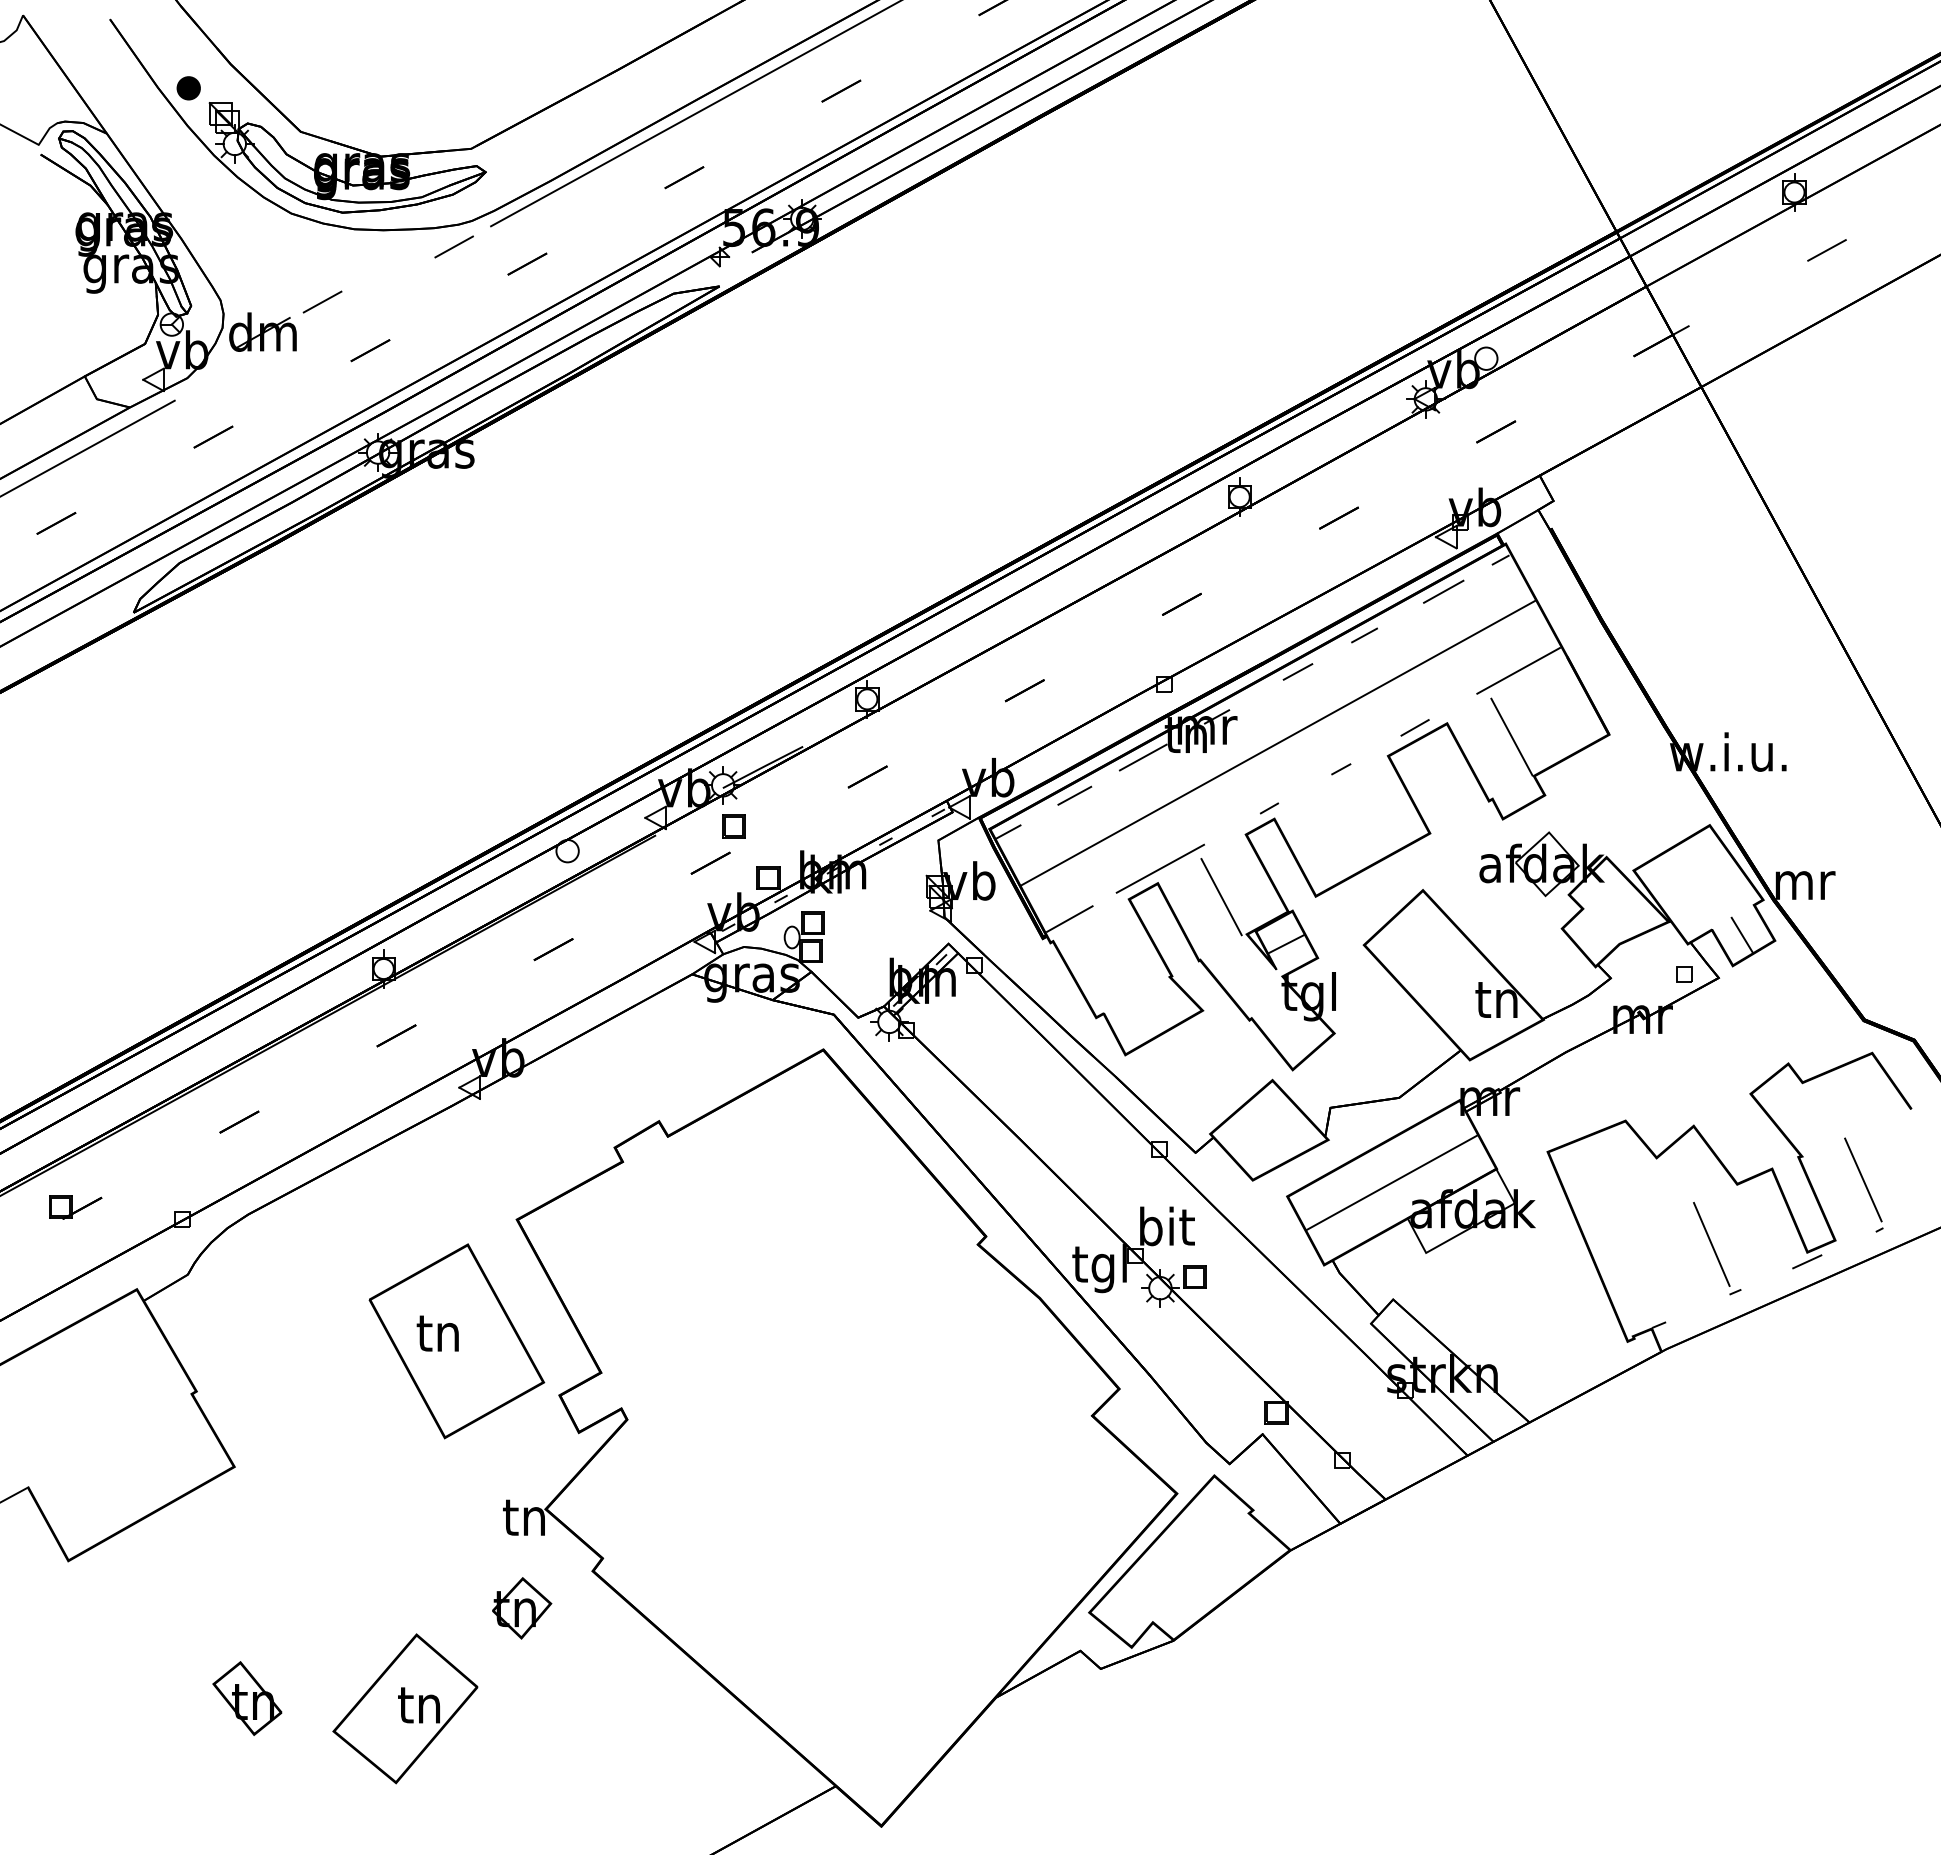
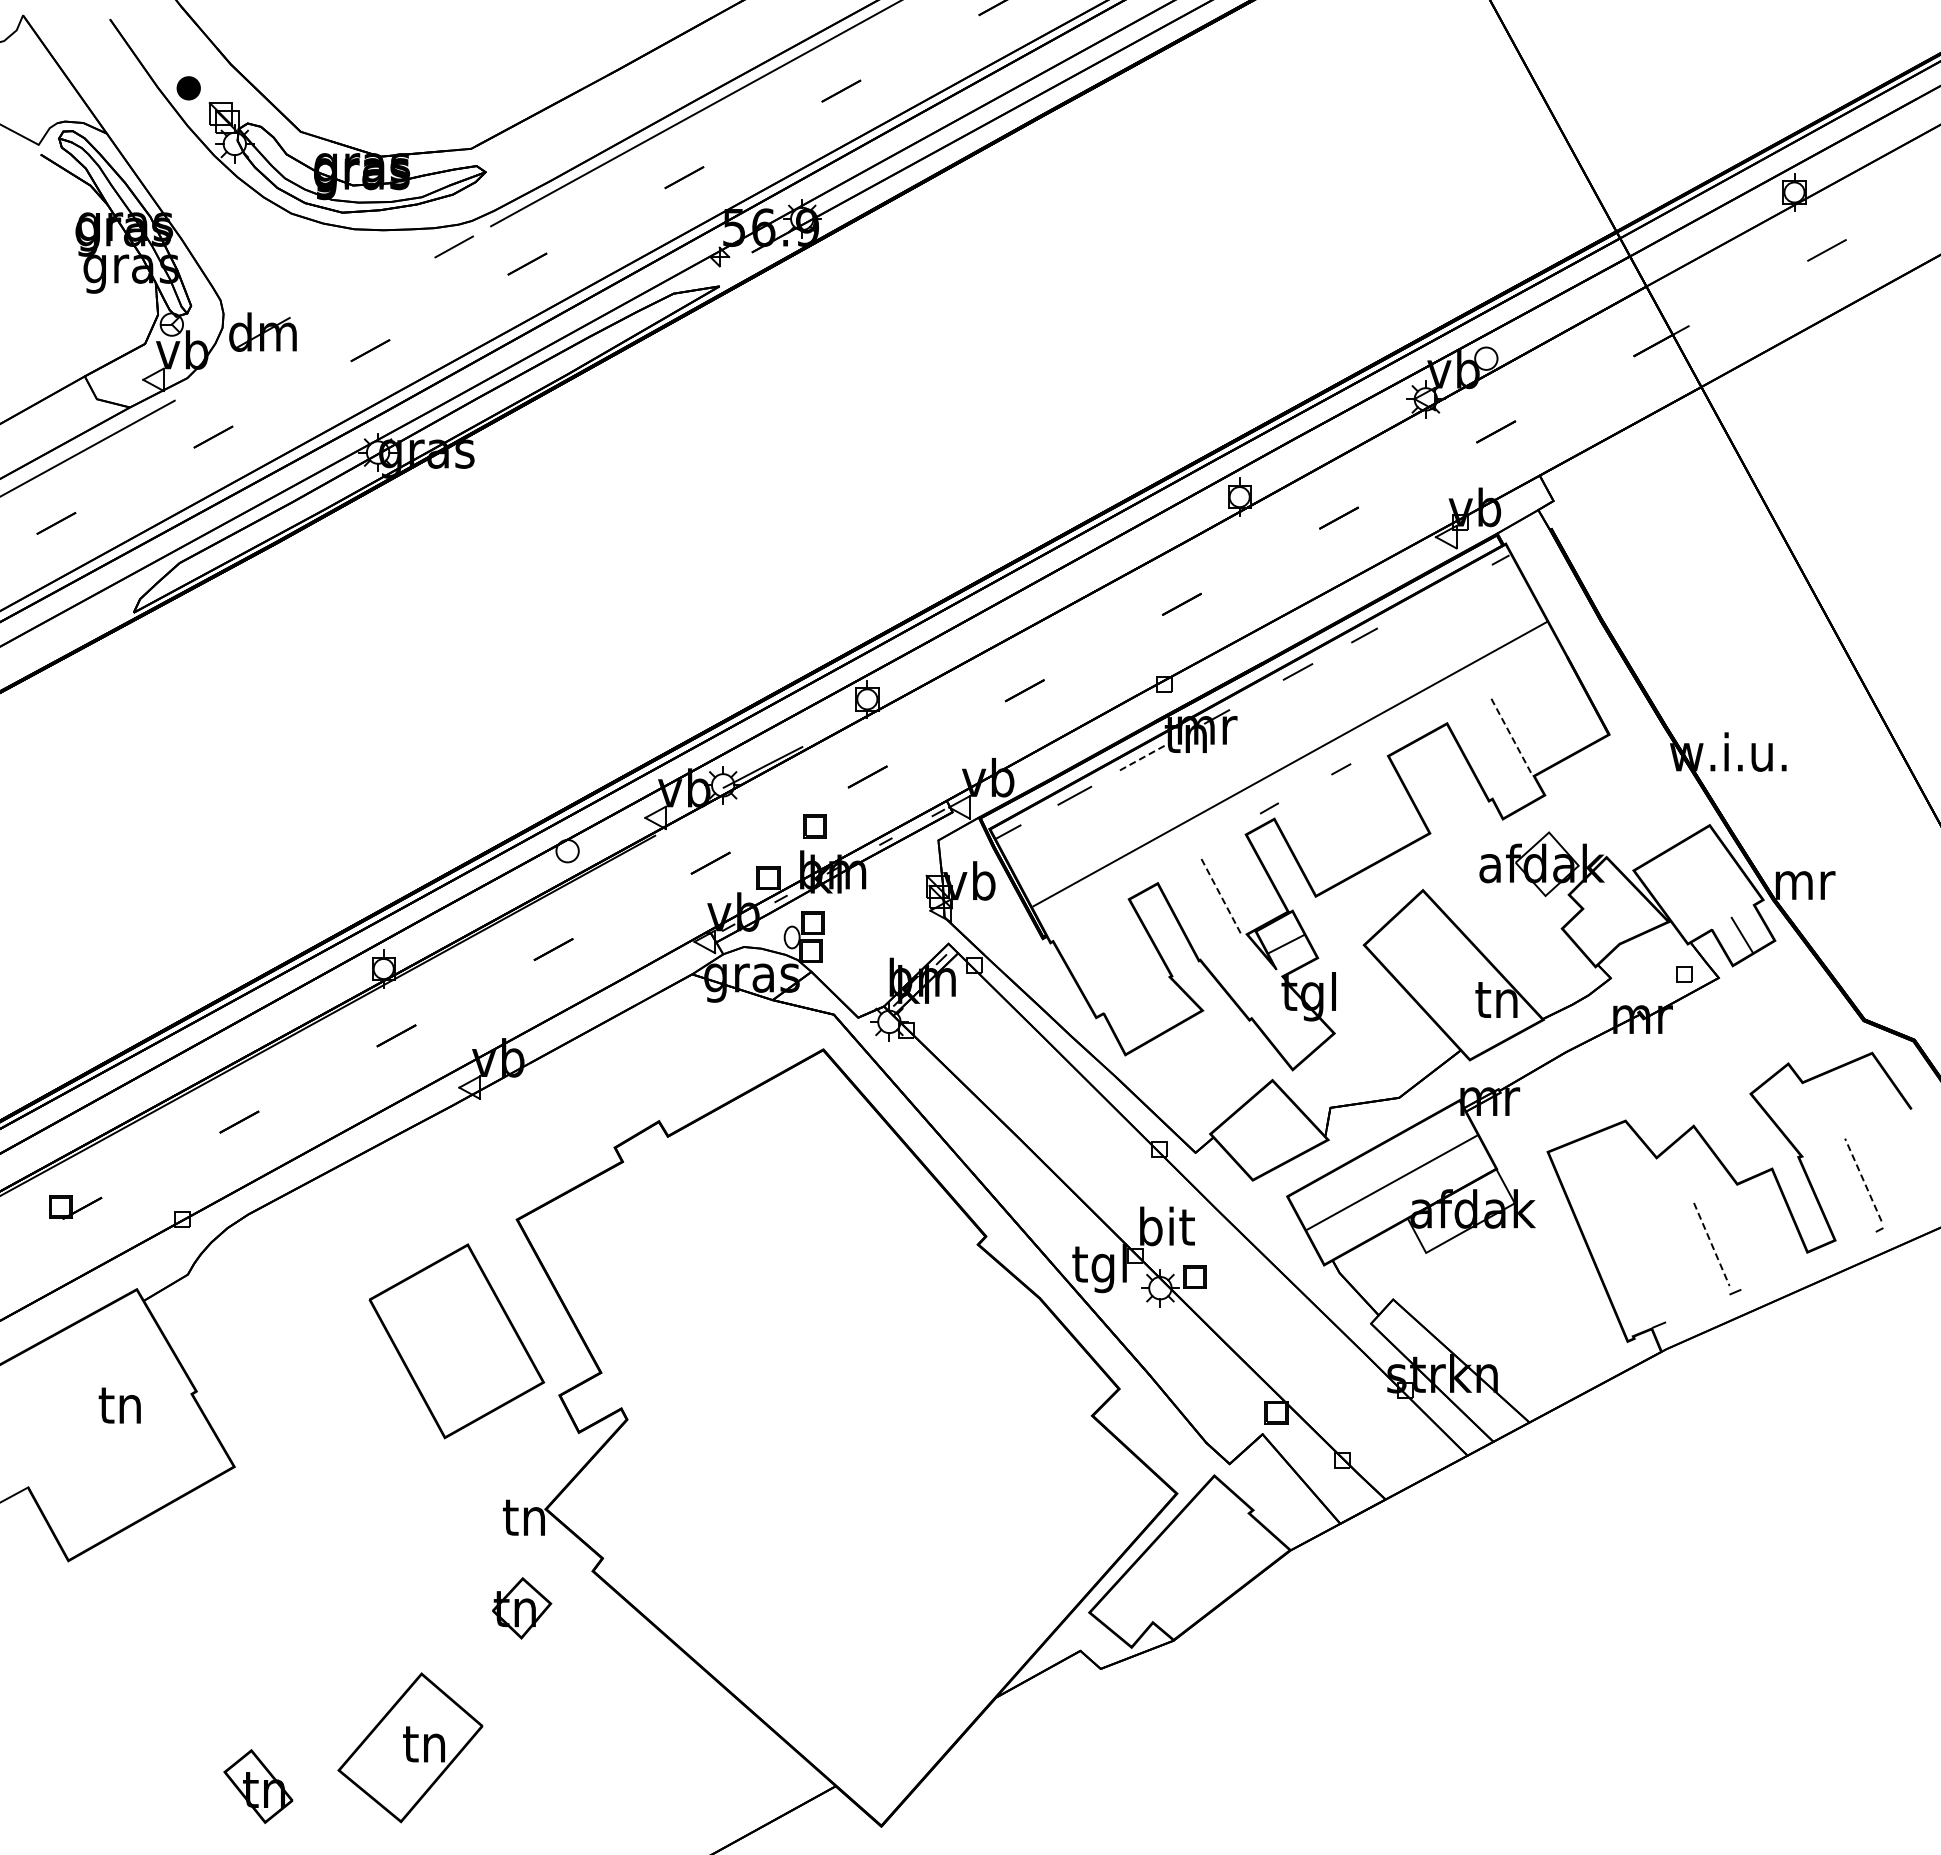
line at (322, 301): present -> none
line at (1443, 591): present -> none
line at (1518, 670): present -> none
line at (1414, 727): present -> none
line at (1512, 737): solid -> dashed
line at (1278, 742) position: (1278, 742) -> (1290, 763)
line at (1143, 757): solid -> dashed
part at (733, 826) position: (733, 826) -> (814, 826)
line at (1160, 868): present -> none
line at (1221, 897): solid -> dashed
line at (1069, 918): present -> none
line at (1863, 1179): solid -> dashed
line at (1711, 1244): solid -> dashed
line at (1807, 1261): present -> none
text at (437, 1333) position: (437, 1333) -> (119, 1405)
part at (247, 1698) position: (247, 1698) -> (258, 1786)
part at (405, 1708) position: (405, 1708) -> (410, 1747)
